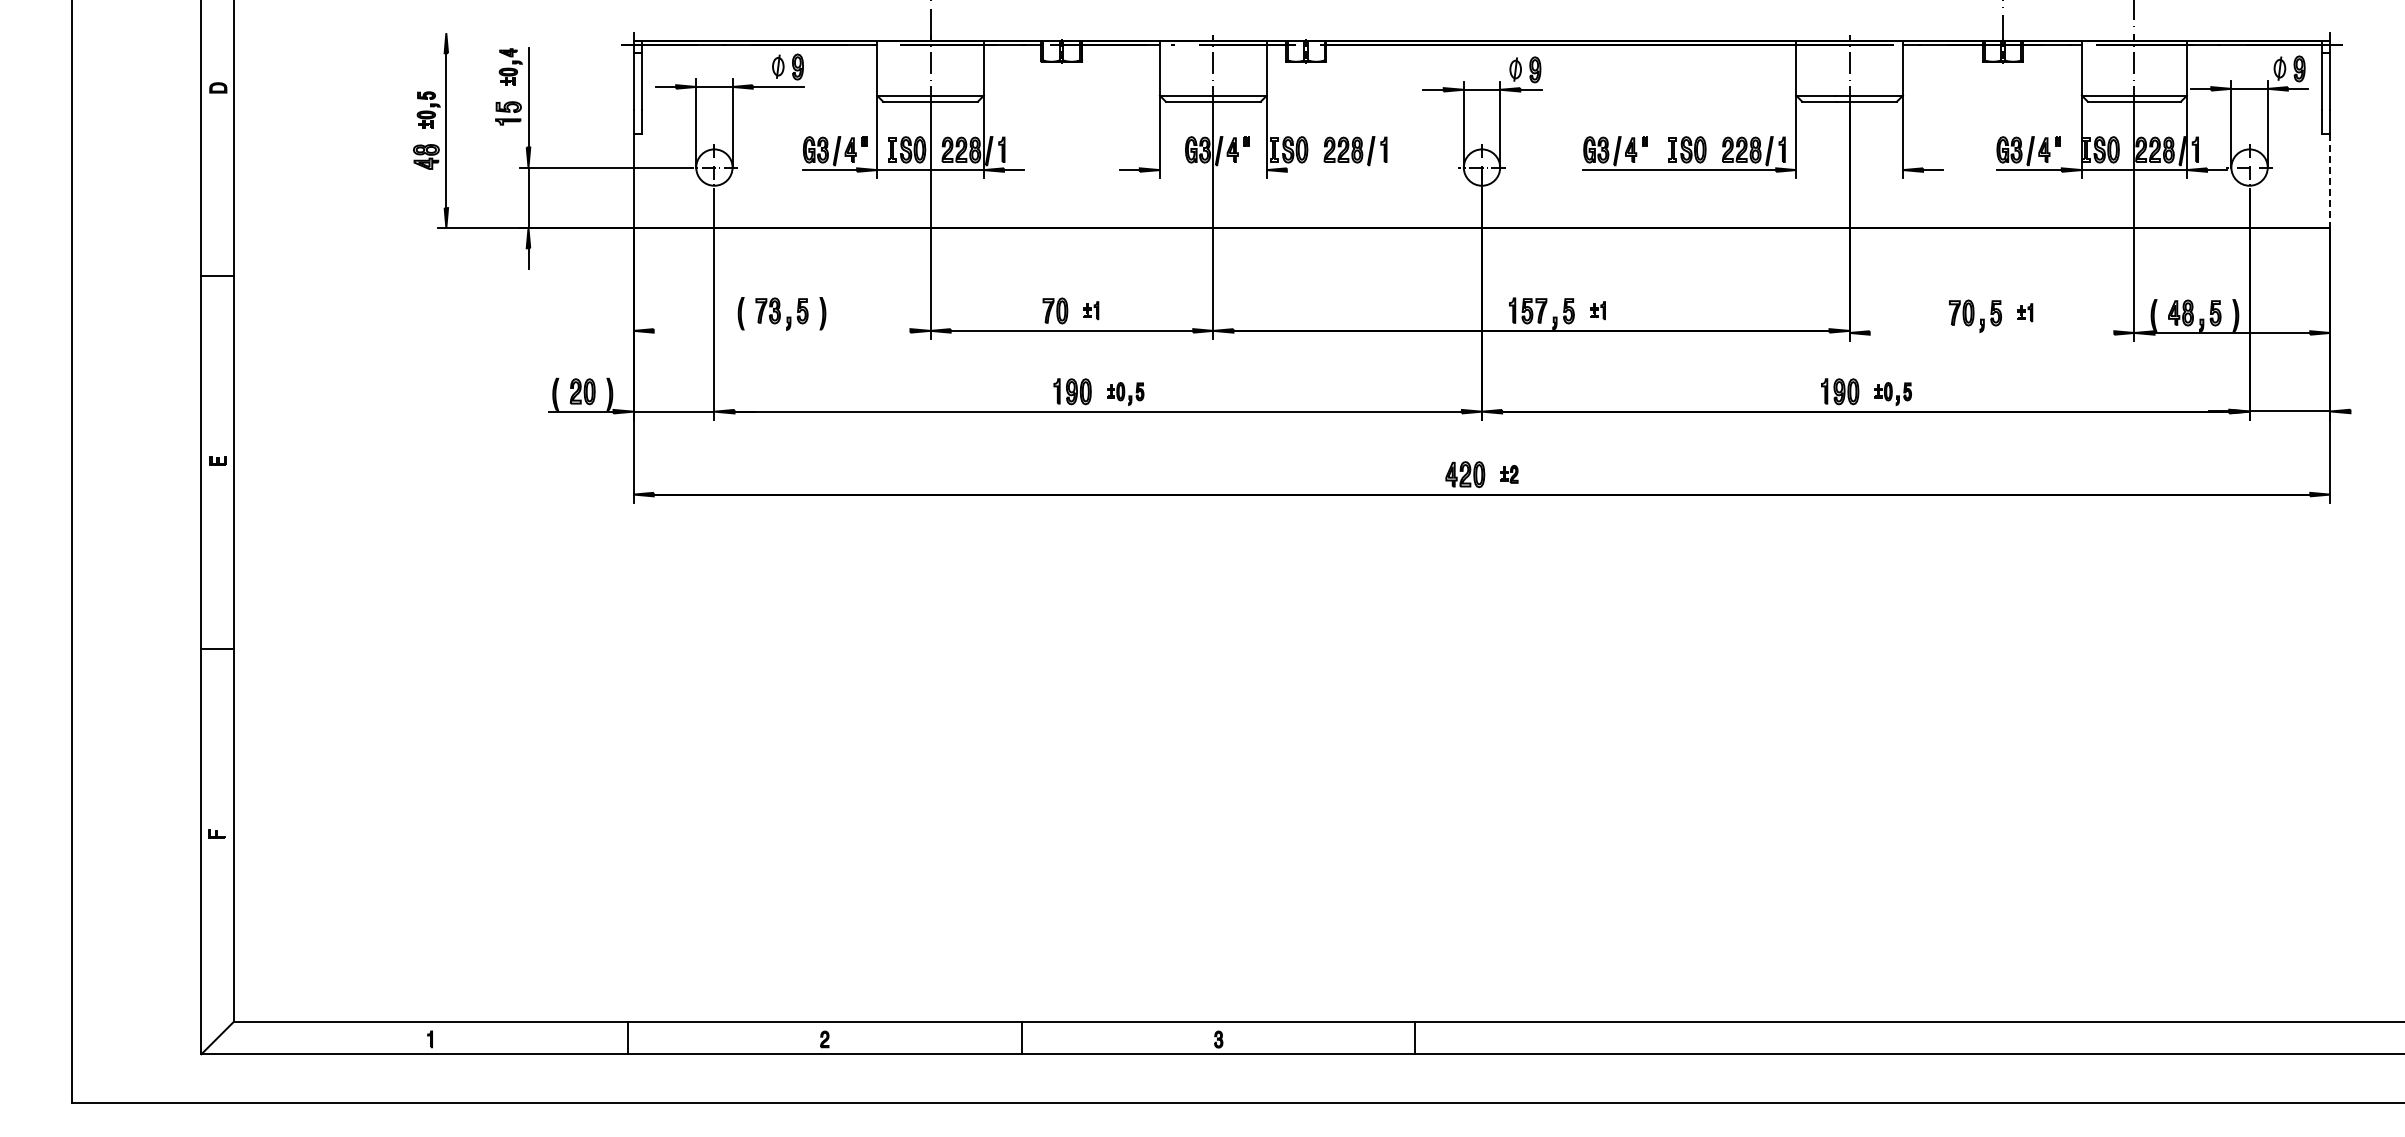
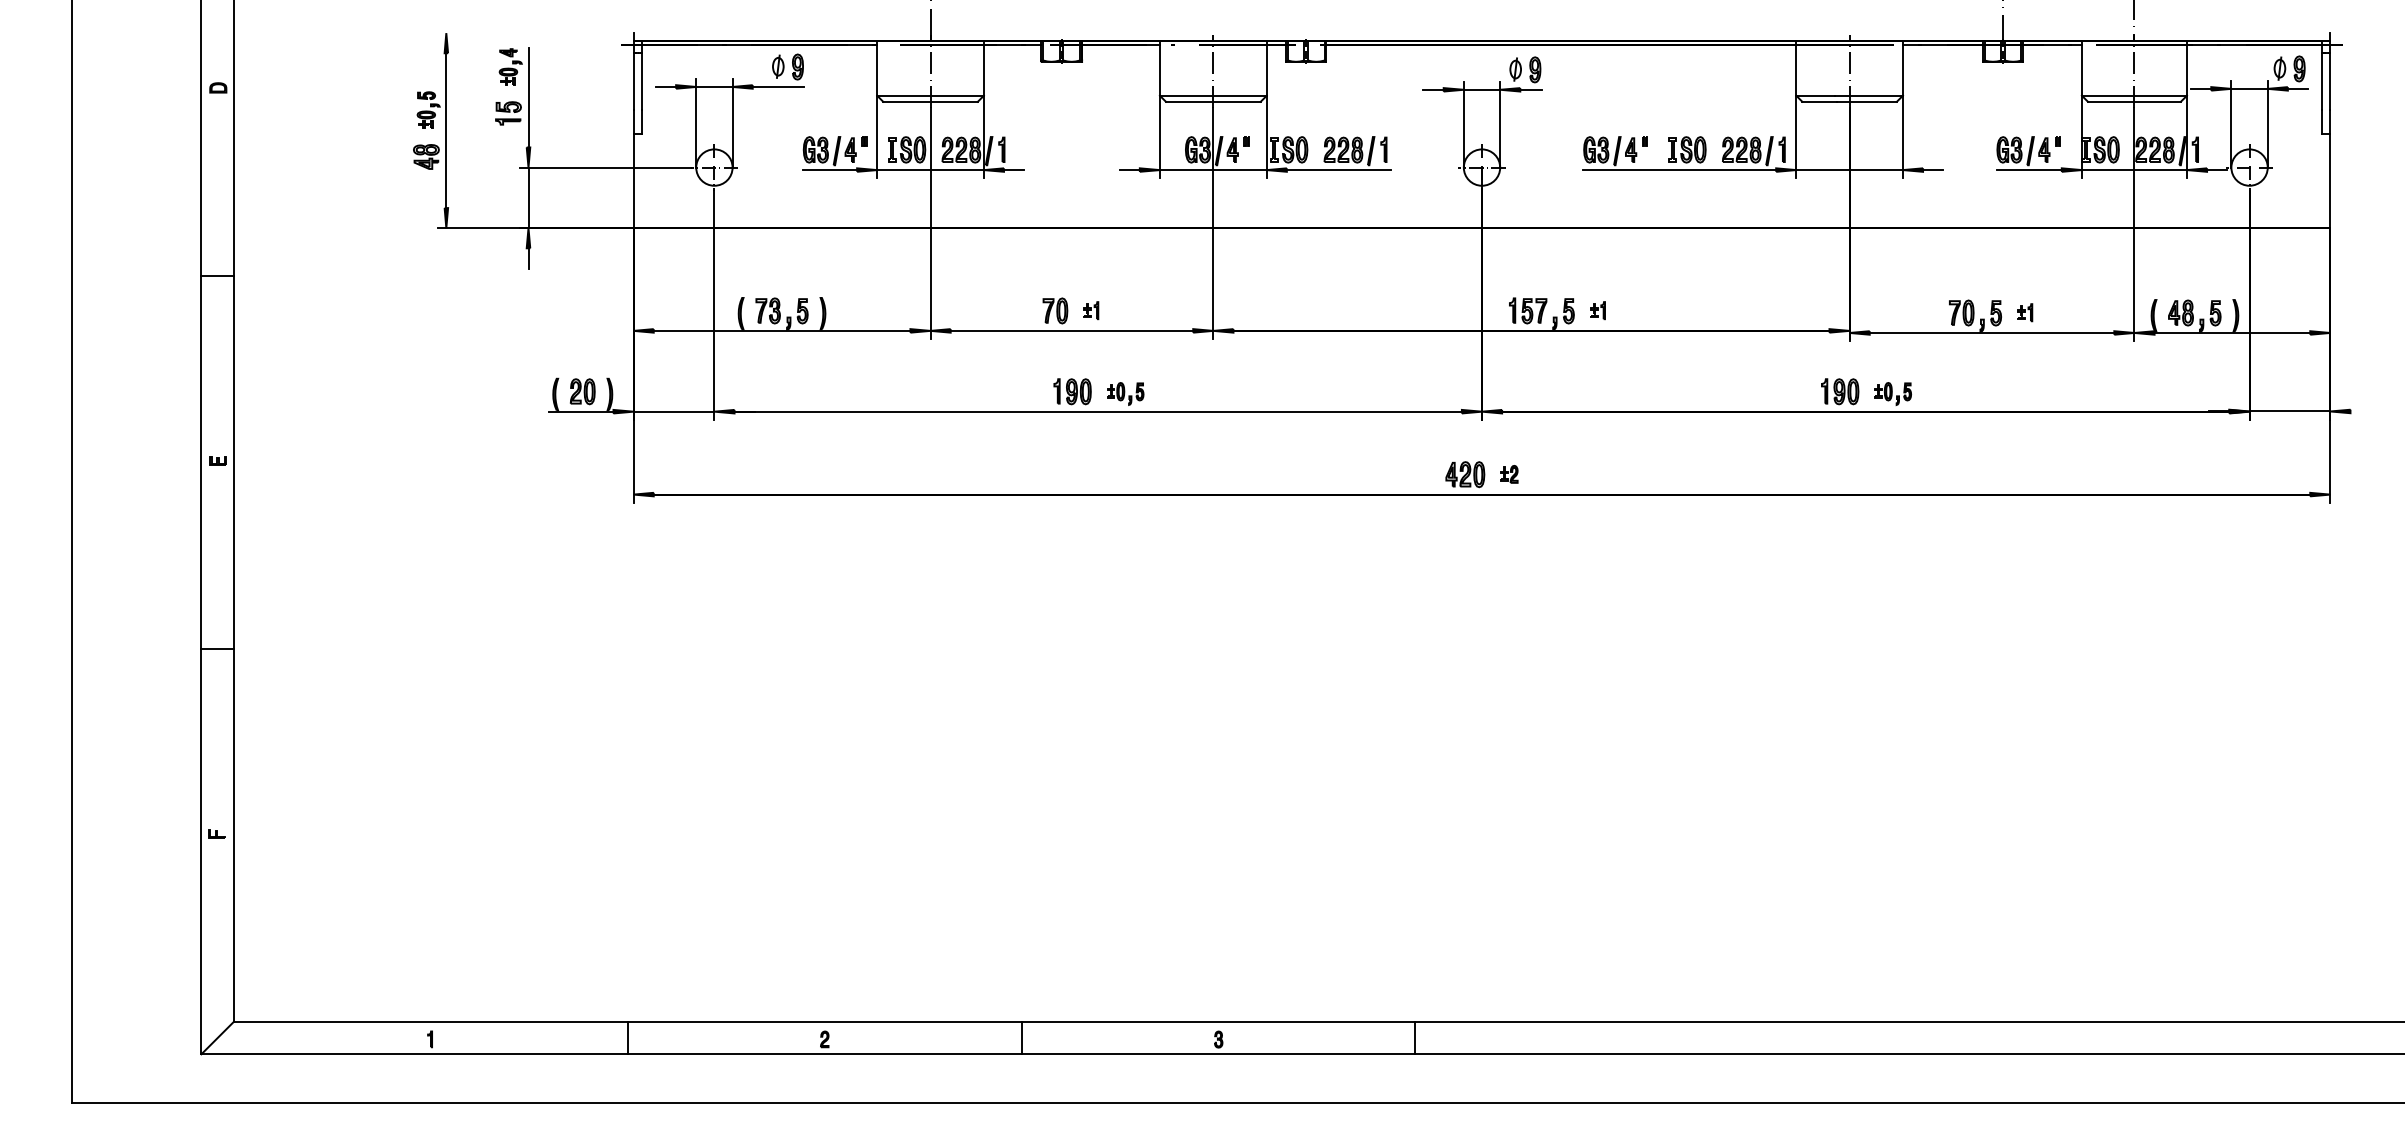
line at (1212, 170): none -> present
line at (1338, 170): none -> present
line at (1849, 170): none -> present
line at (2330, 181): dashed -> solid
line at (781, 330): none -> present
line at (1991, 332): none -> present
